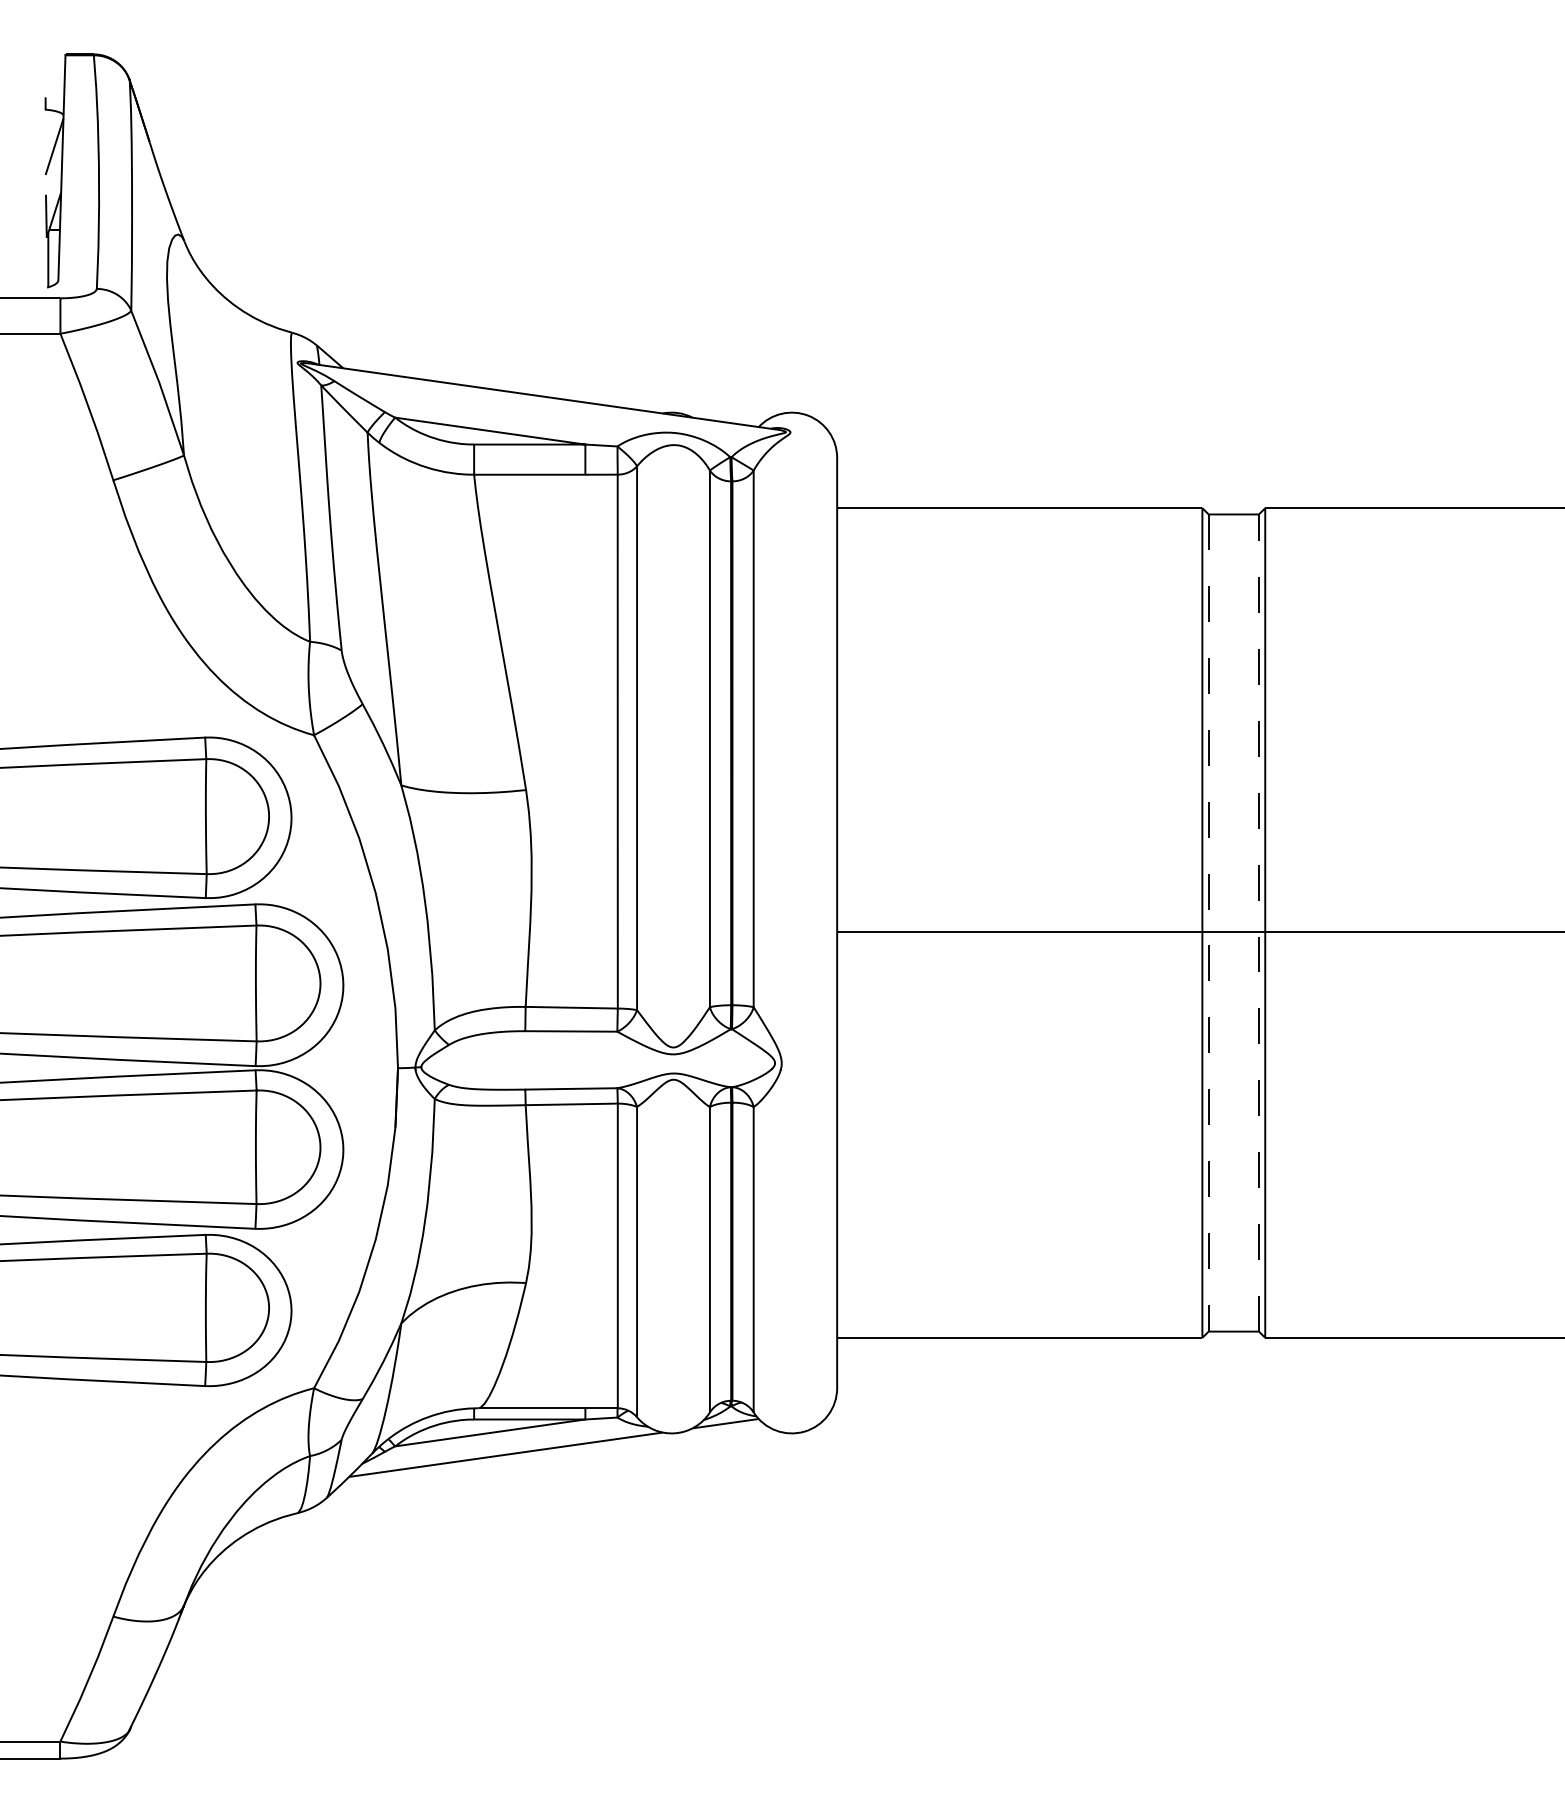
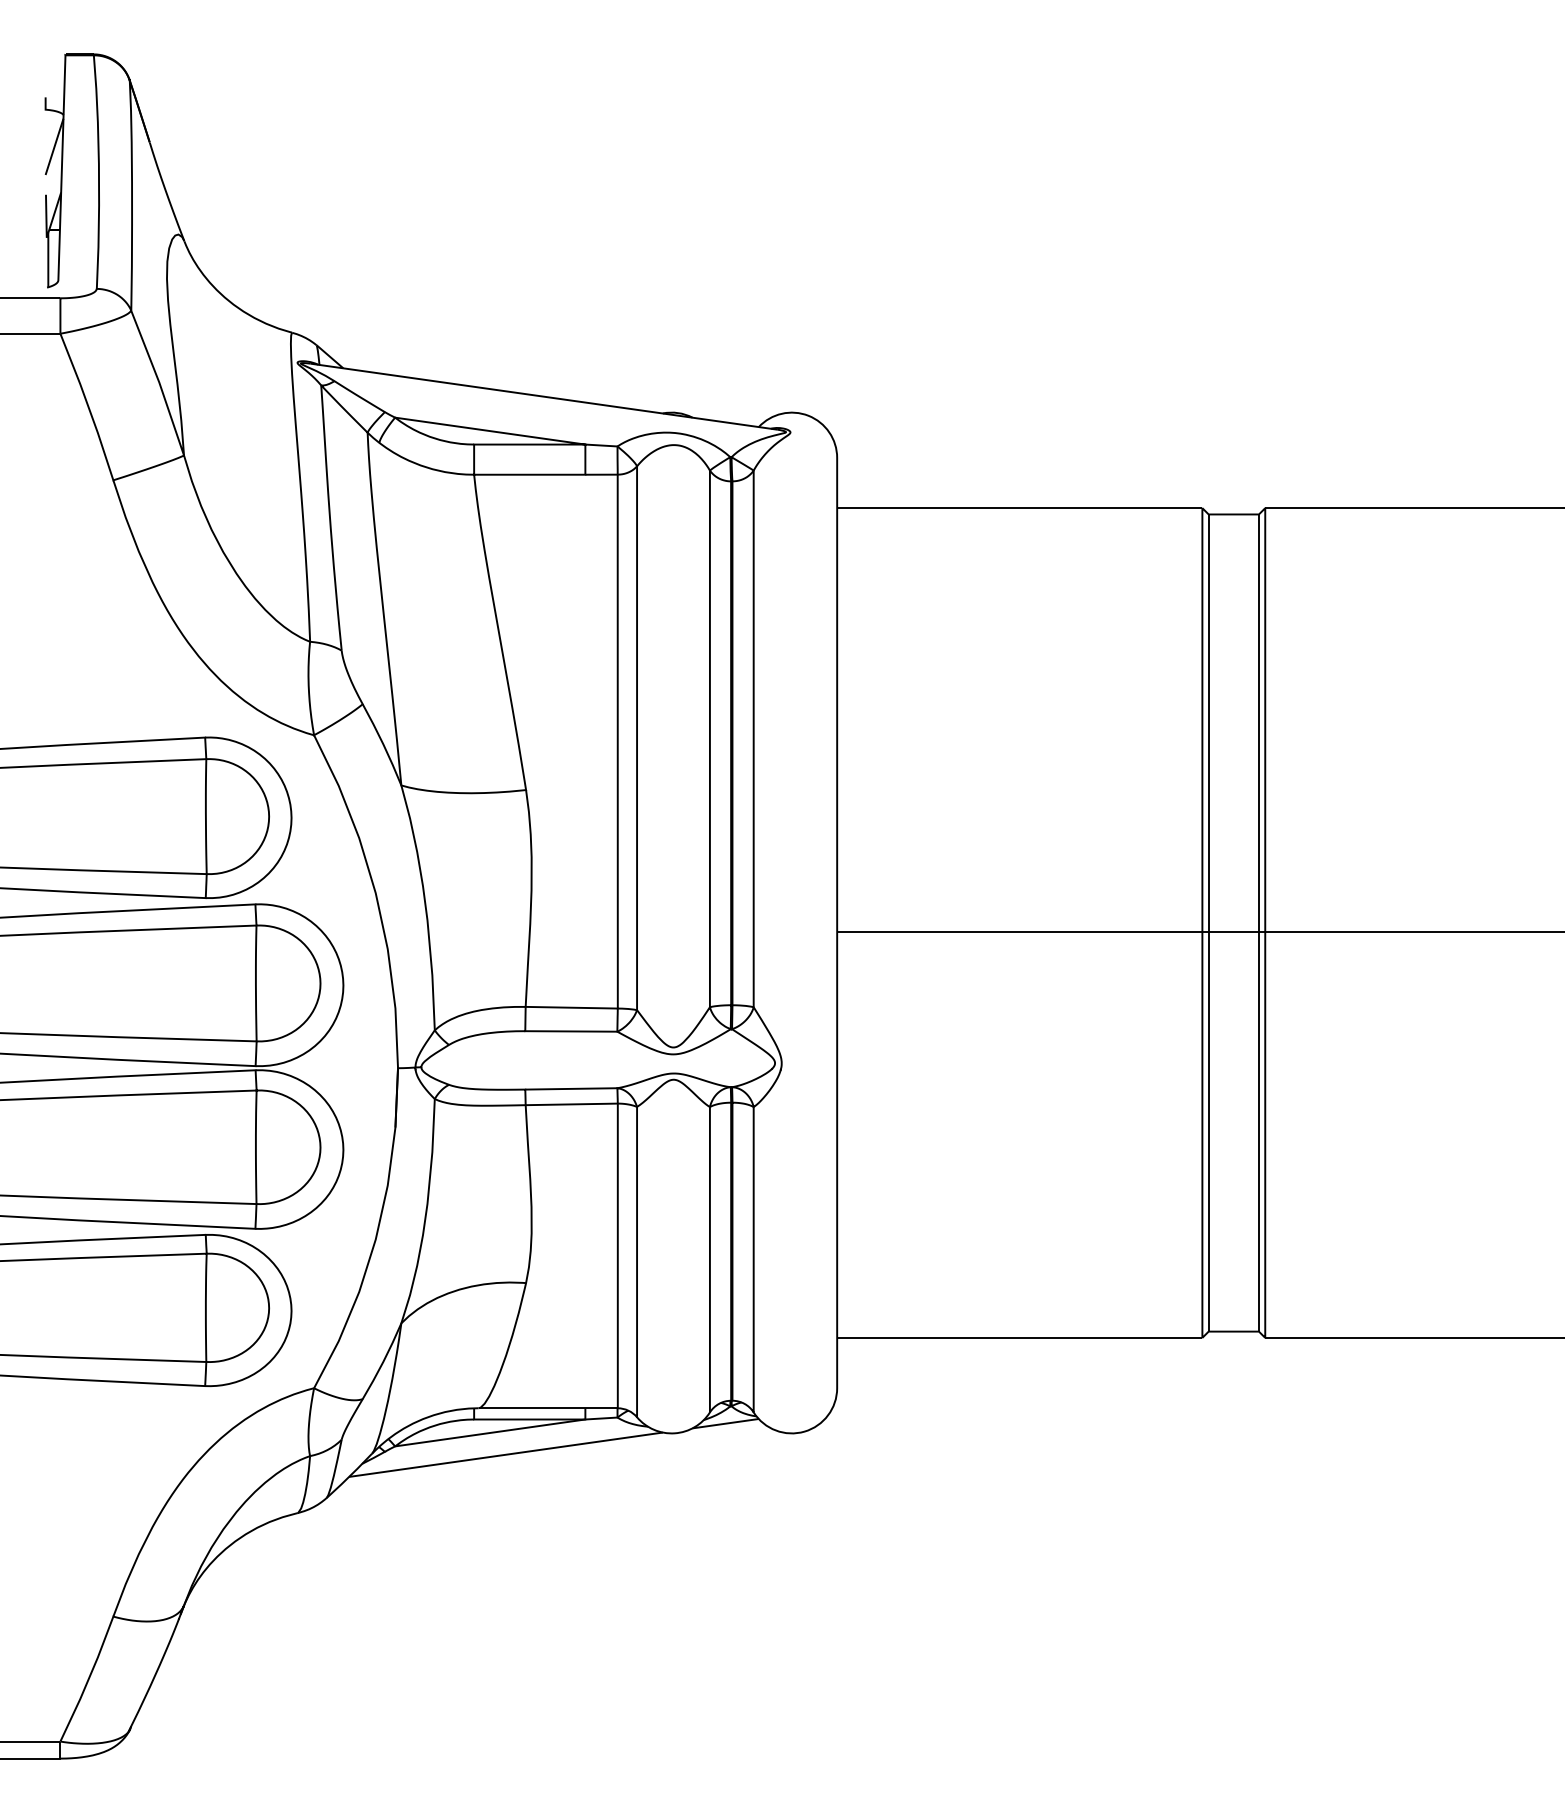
line at (1208, 923): dashed -> solid
line at (1258, 923): dashed -> solid
